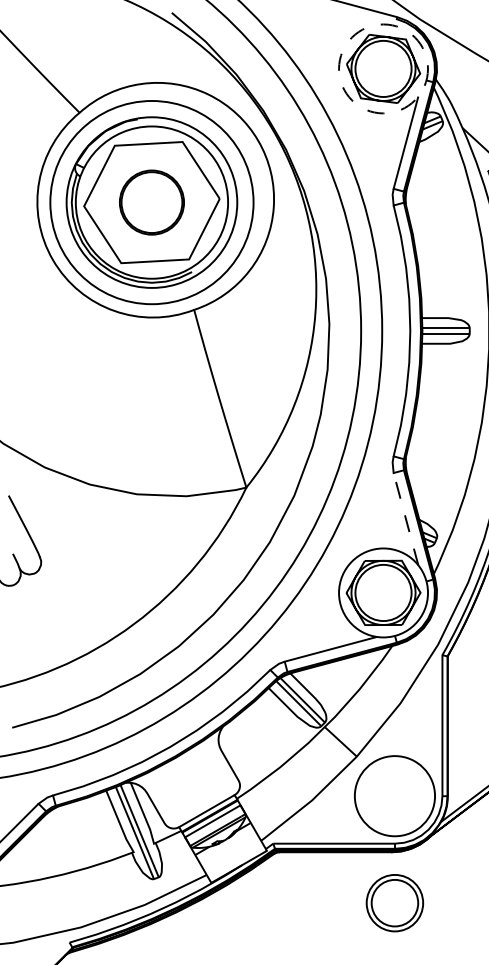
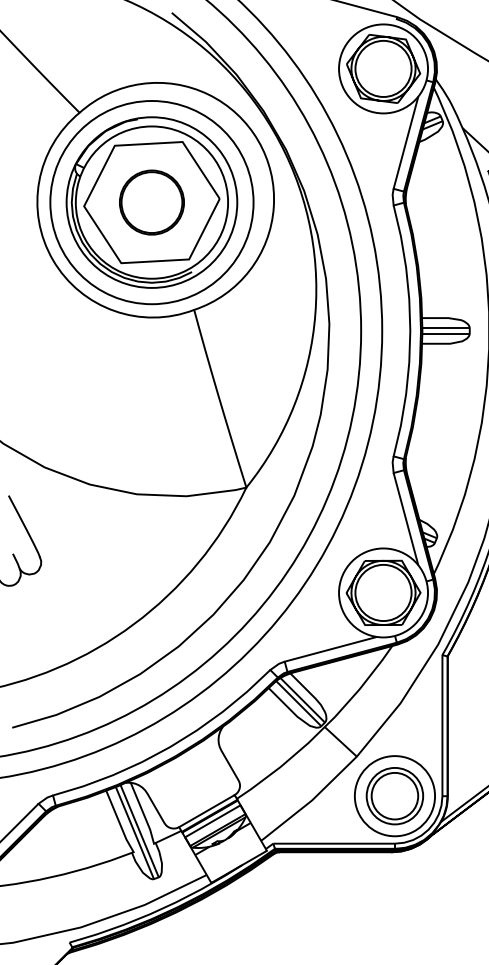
circle at (383, 68): dashed -> solid
line at (405, 519): dashed -> solid
part at (394, 903) position: (394, 903) -> (394, 796)
